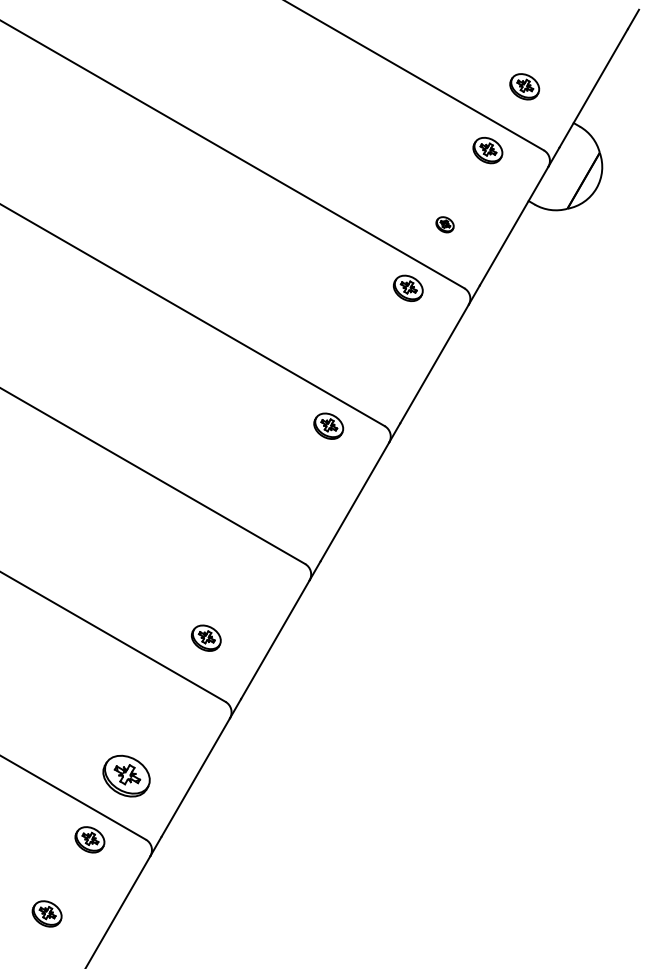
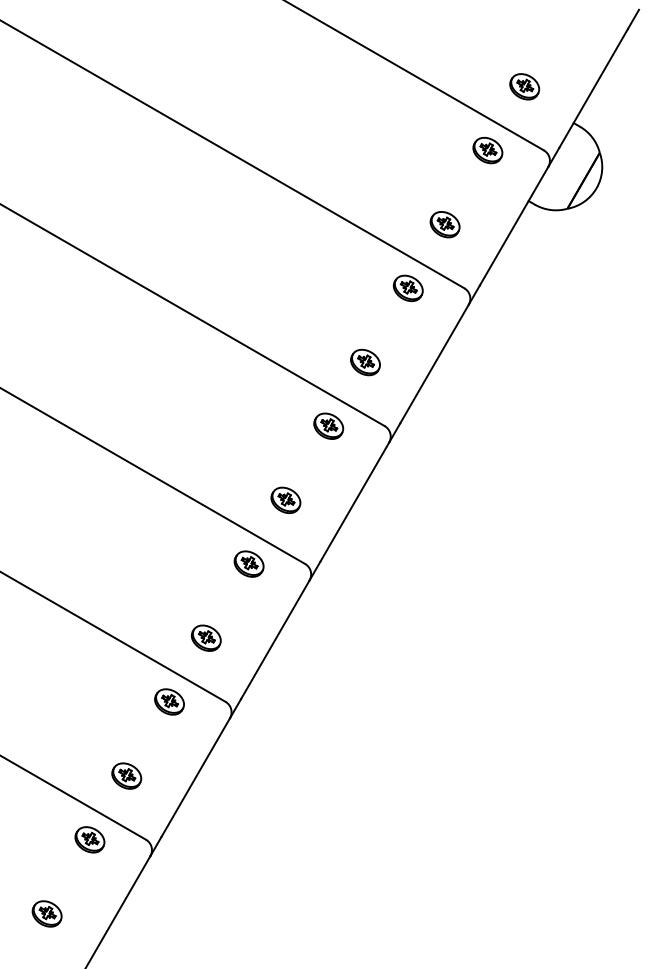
part at (444, 224) size: 20x18 px -> 32x28 px
part at (365, 362): none -> present
part at (285, 499): none -> present
part at (248, 563): none -> present
part at (169, 701): none -> present
part at (126, 775) size: 49x44 px -> 32x28 px
